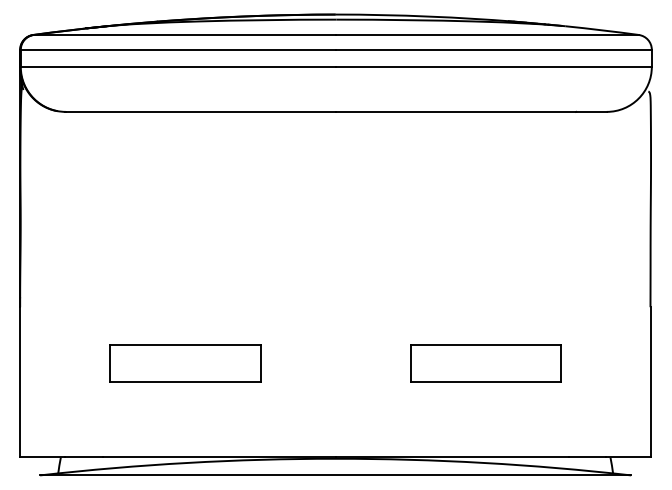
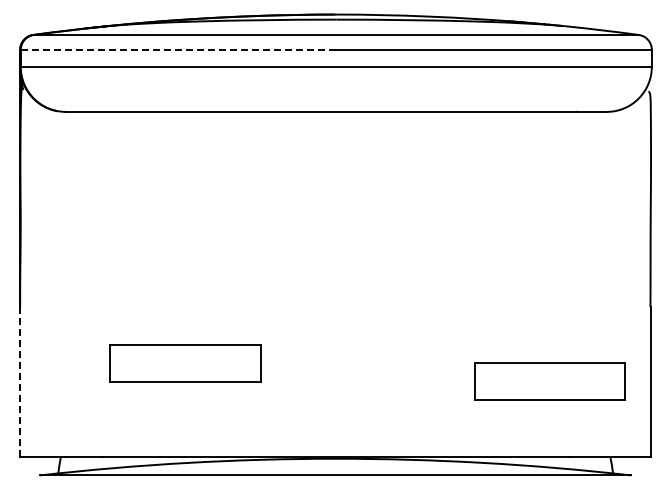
line at (178, 49): solid -> dashed
part at (485, 363) position: (485, 363) -> (549, 381)
line at (20, 382): solid -> dashed
